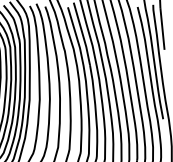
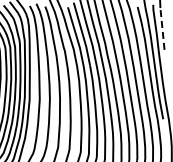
line at (162, 28): solid -> dashed
